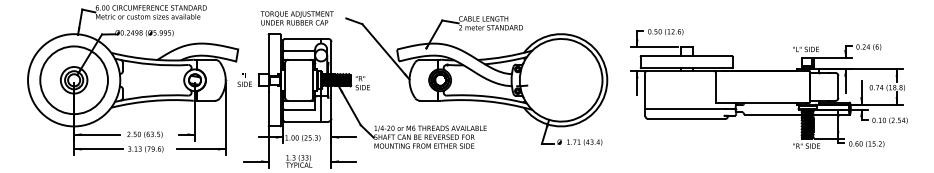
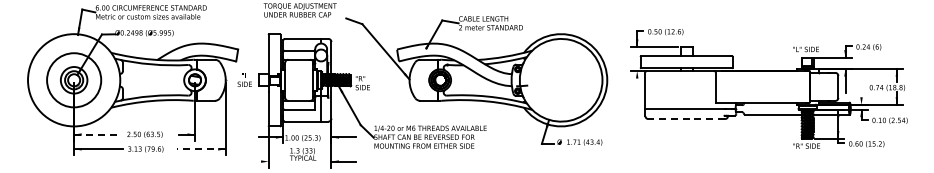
text at (296, 18) position: (296, 18) -> (299, 10)
circle at (74, 80) diameter: 68 px -> 54 px
line at (637, 82): present -> none
line at (861, 92): present -> none
line at (686, 119): solid -> dashed
line at (97, 134): solid -> dashed
line at (201, 149): solid -> dashed
line at (256, 161): present -> none
text at (299, 161) position: (299, 161) -> (303, 154)
